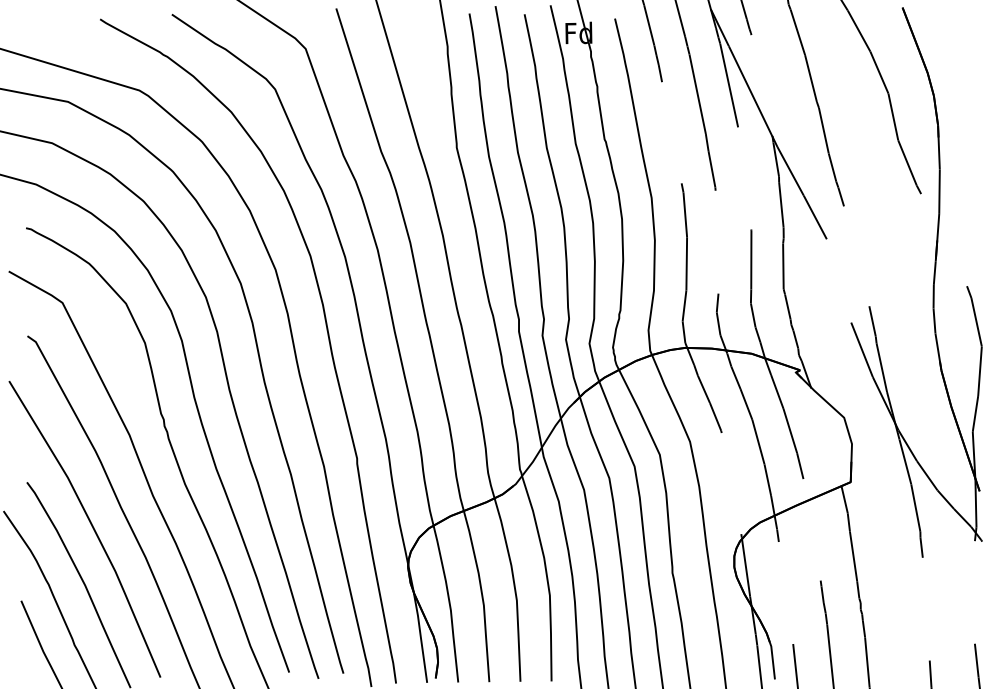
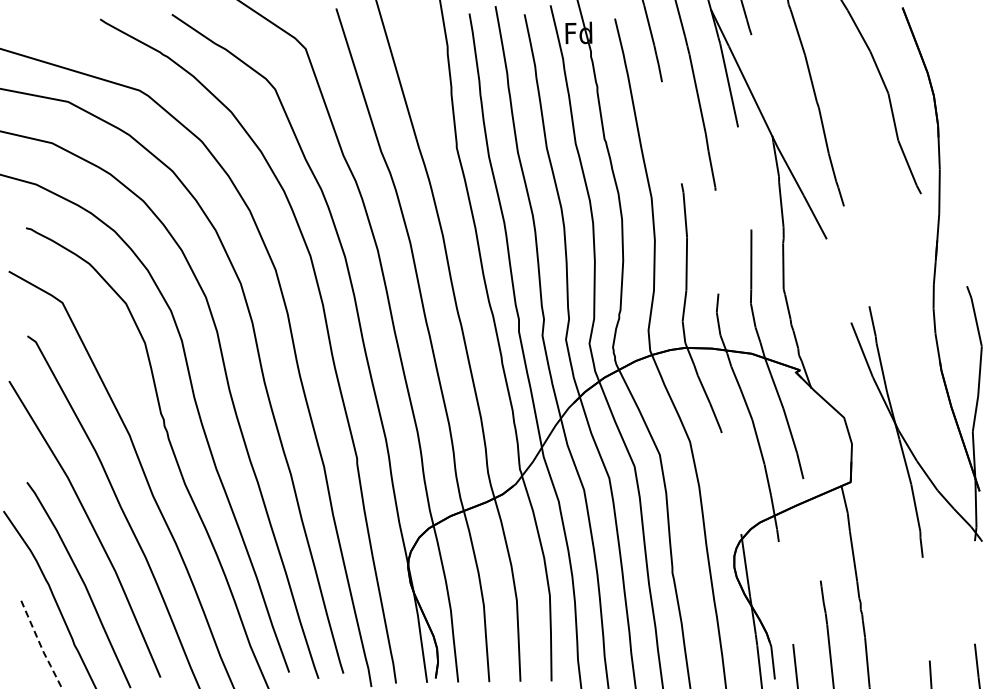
line at (41, 646): solid -> dashed
